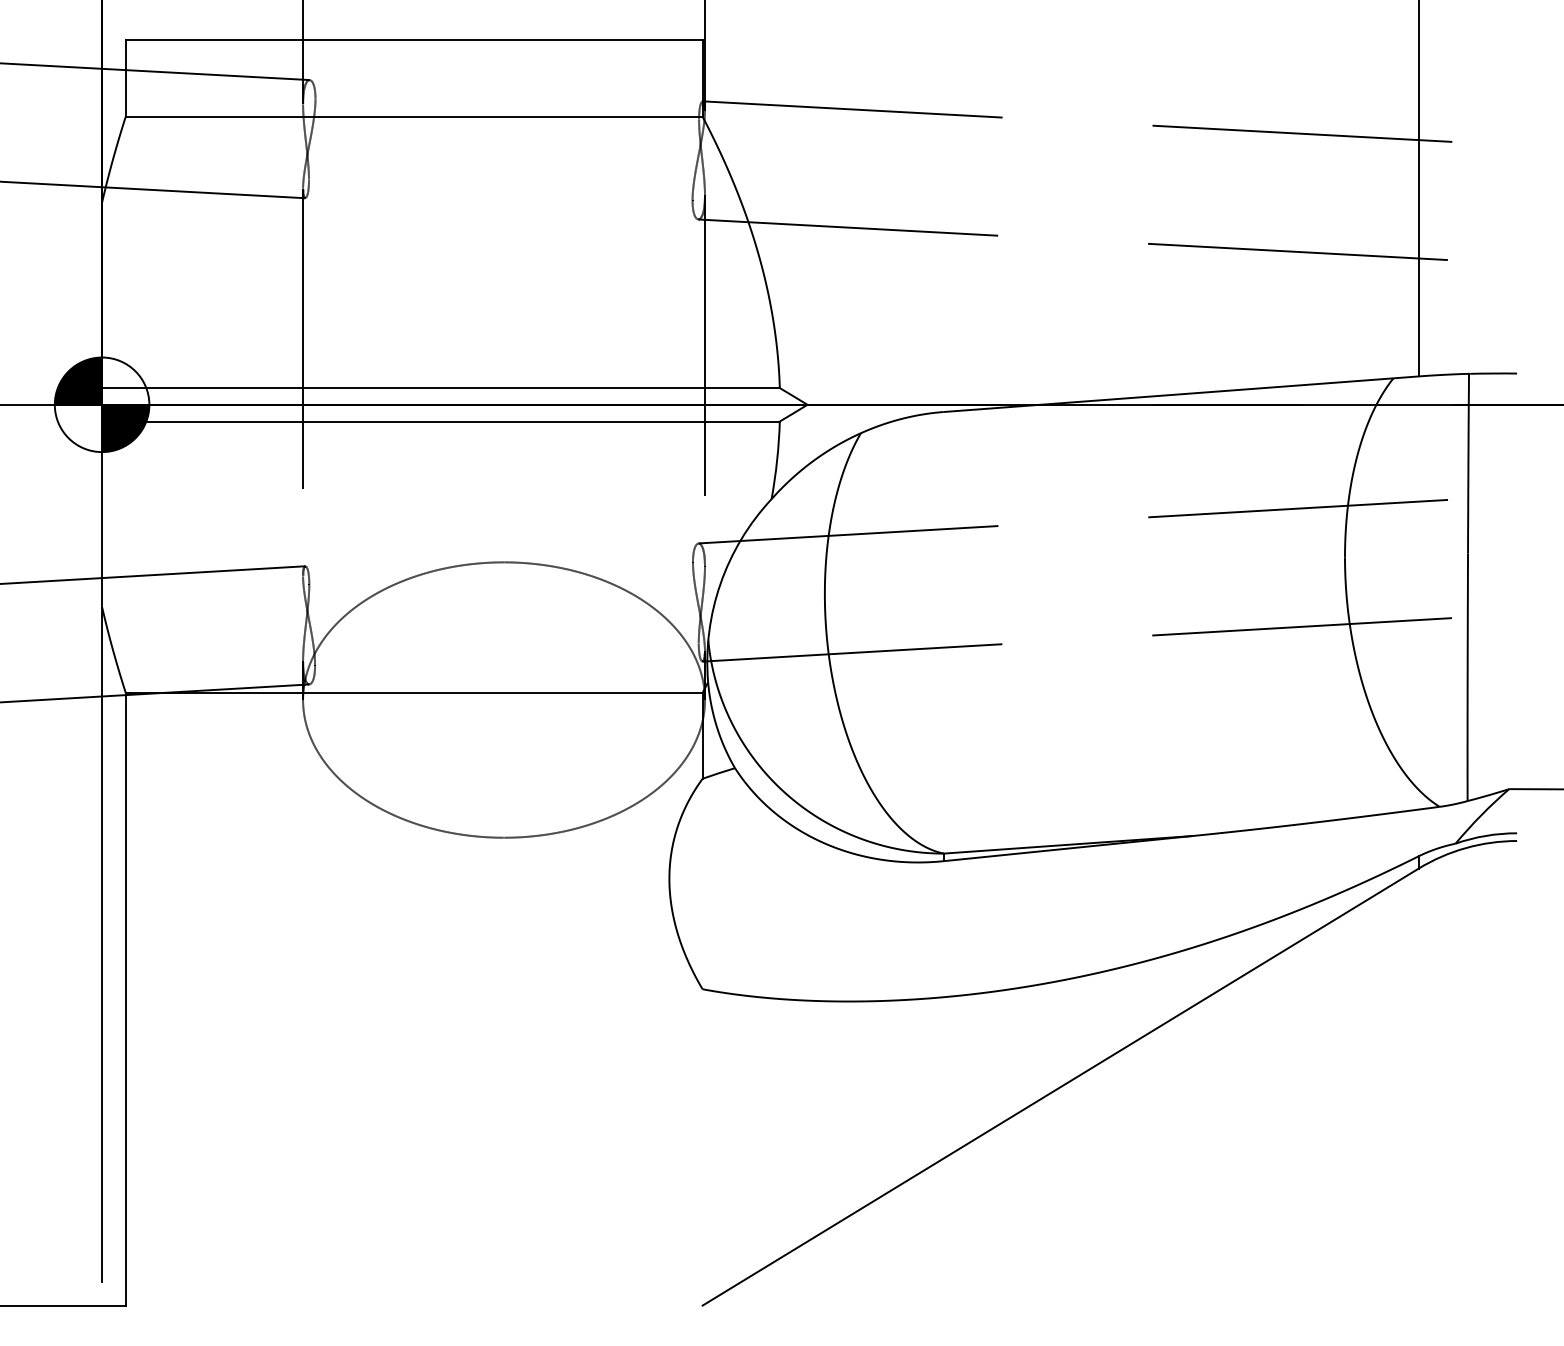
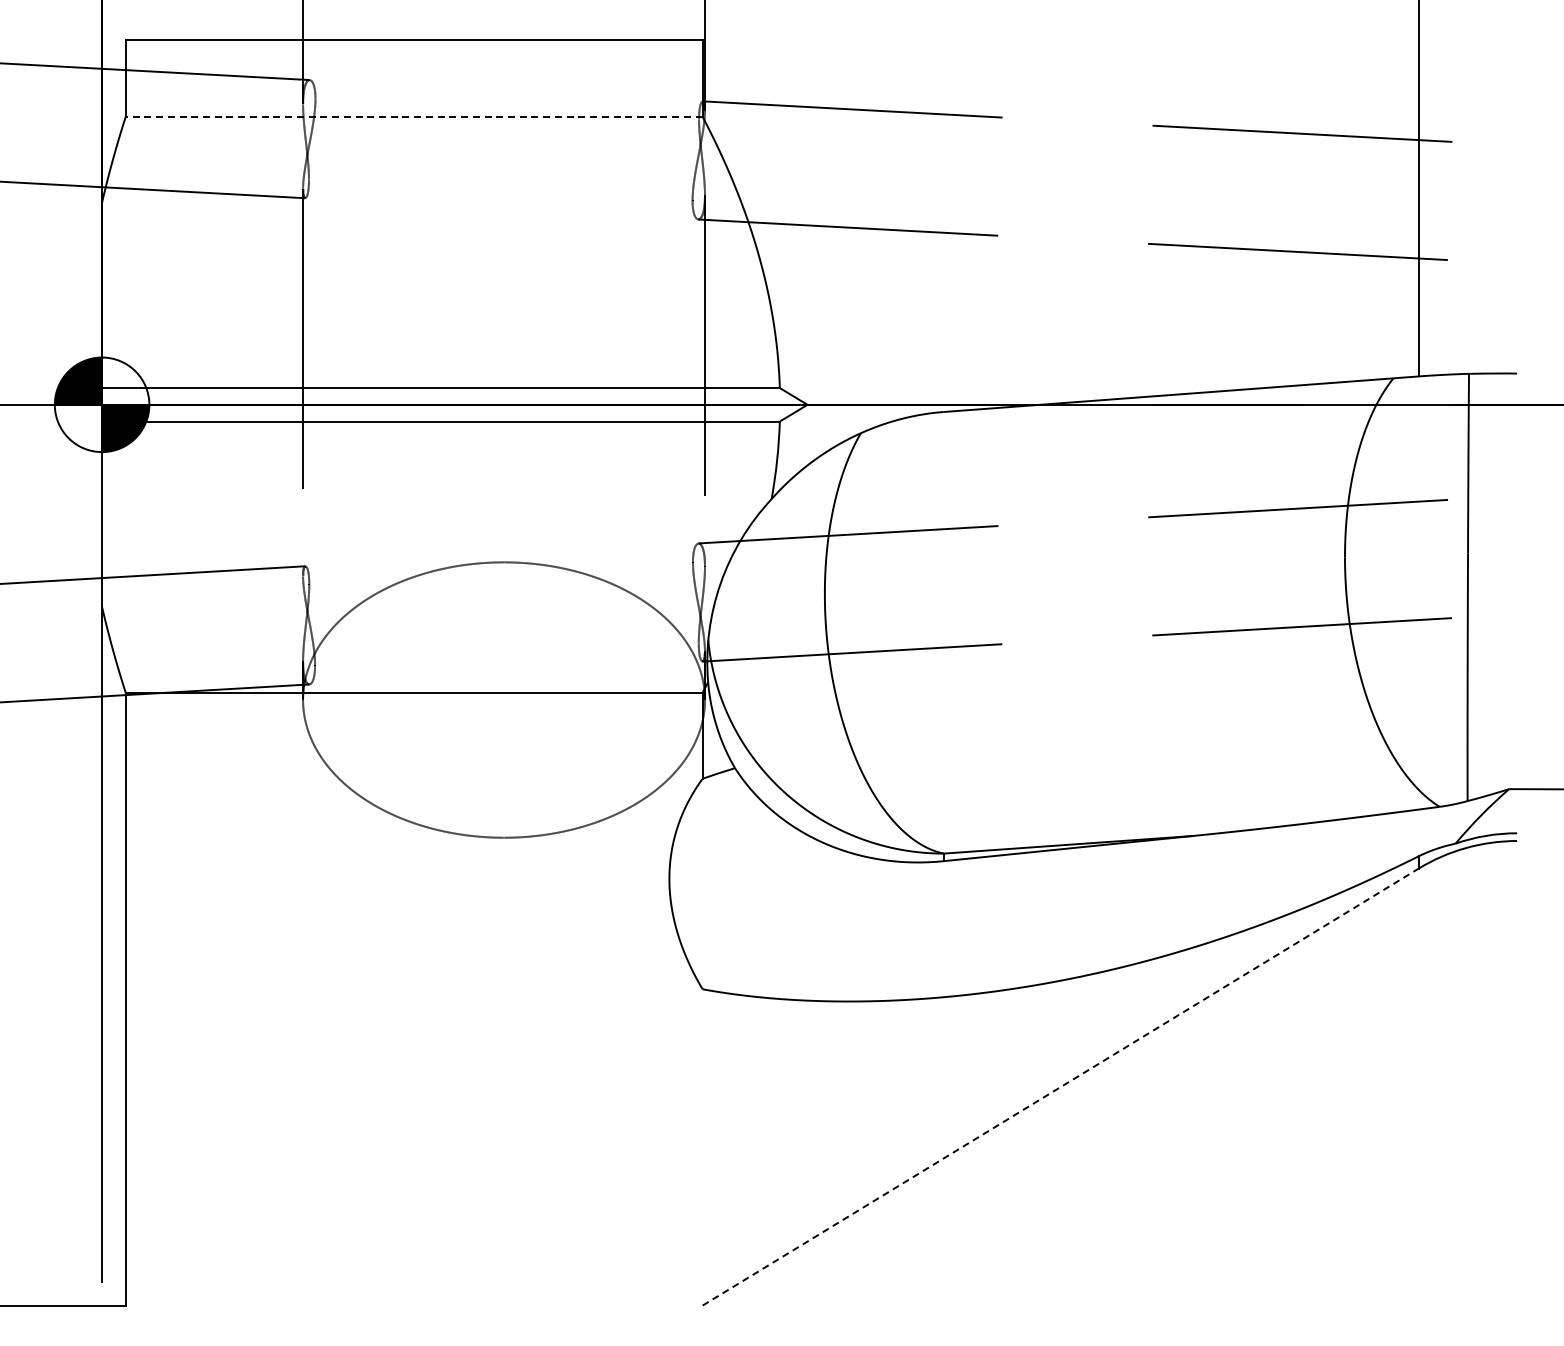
line at (413, 116): solid -> dashed
line at (1061, 1086): solid -> dashed
